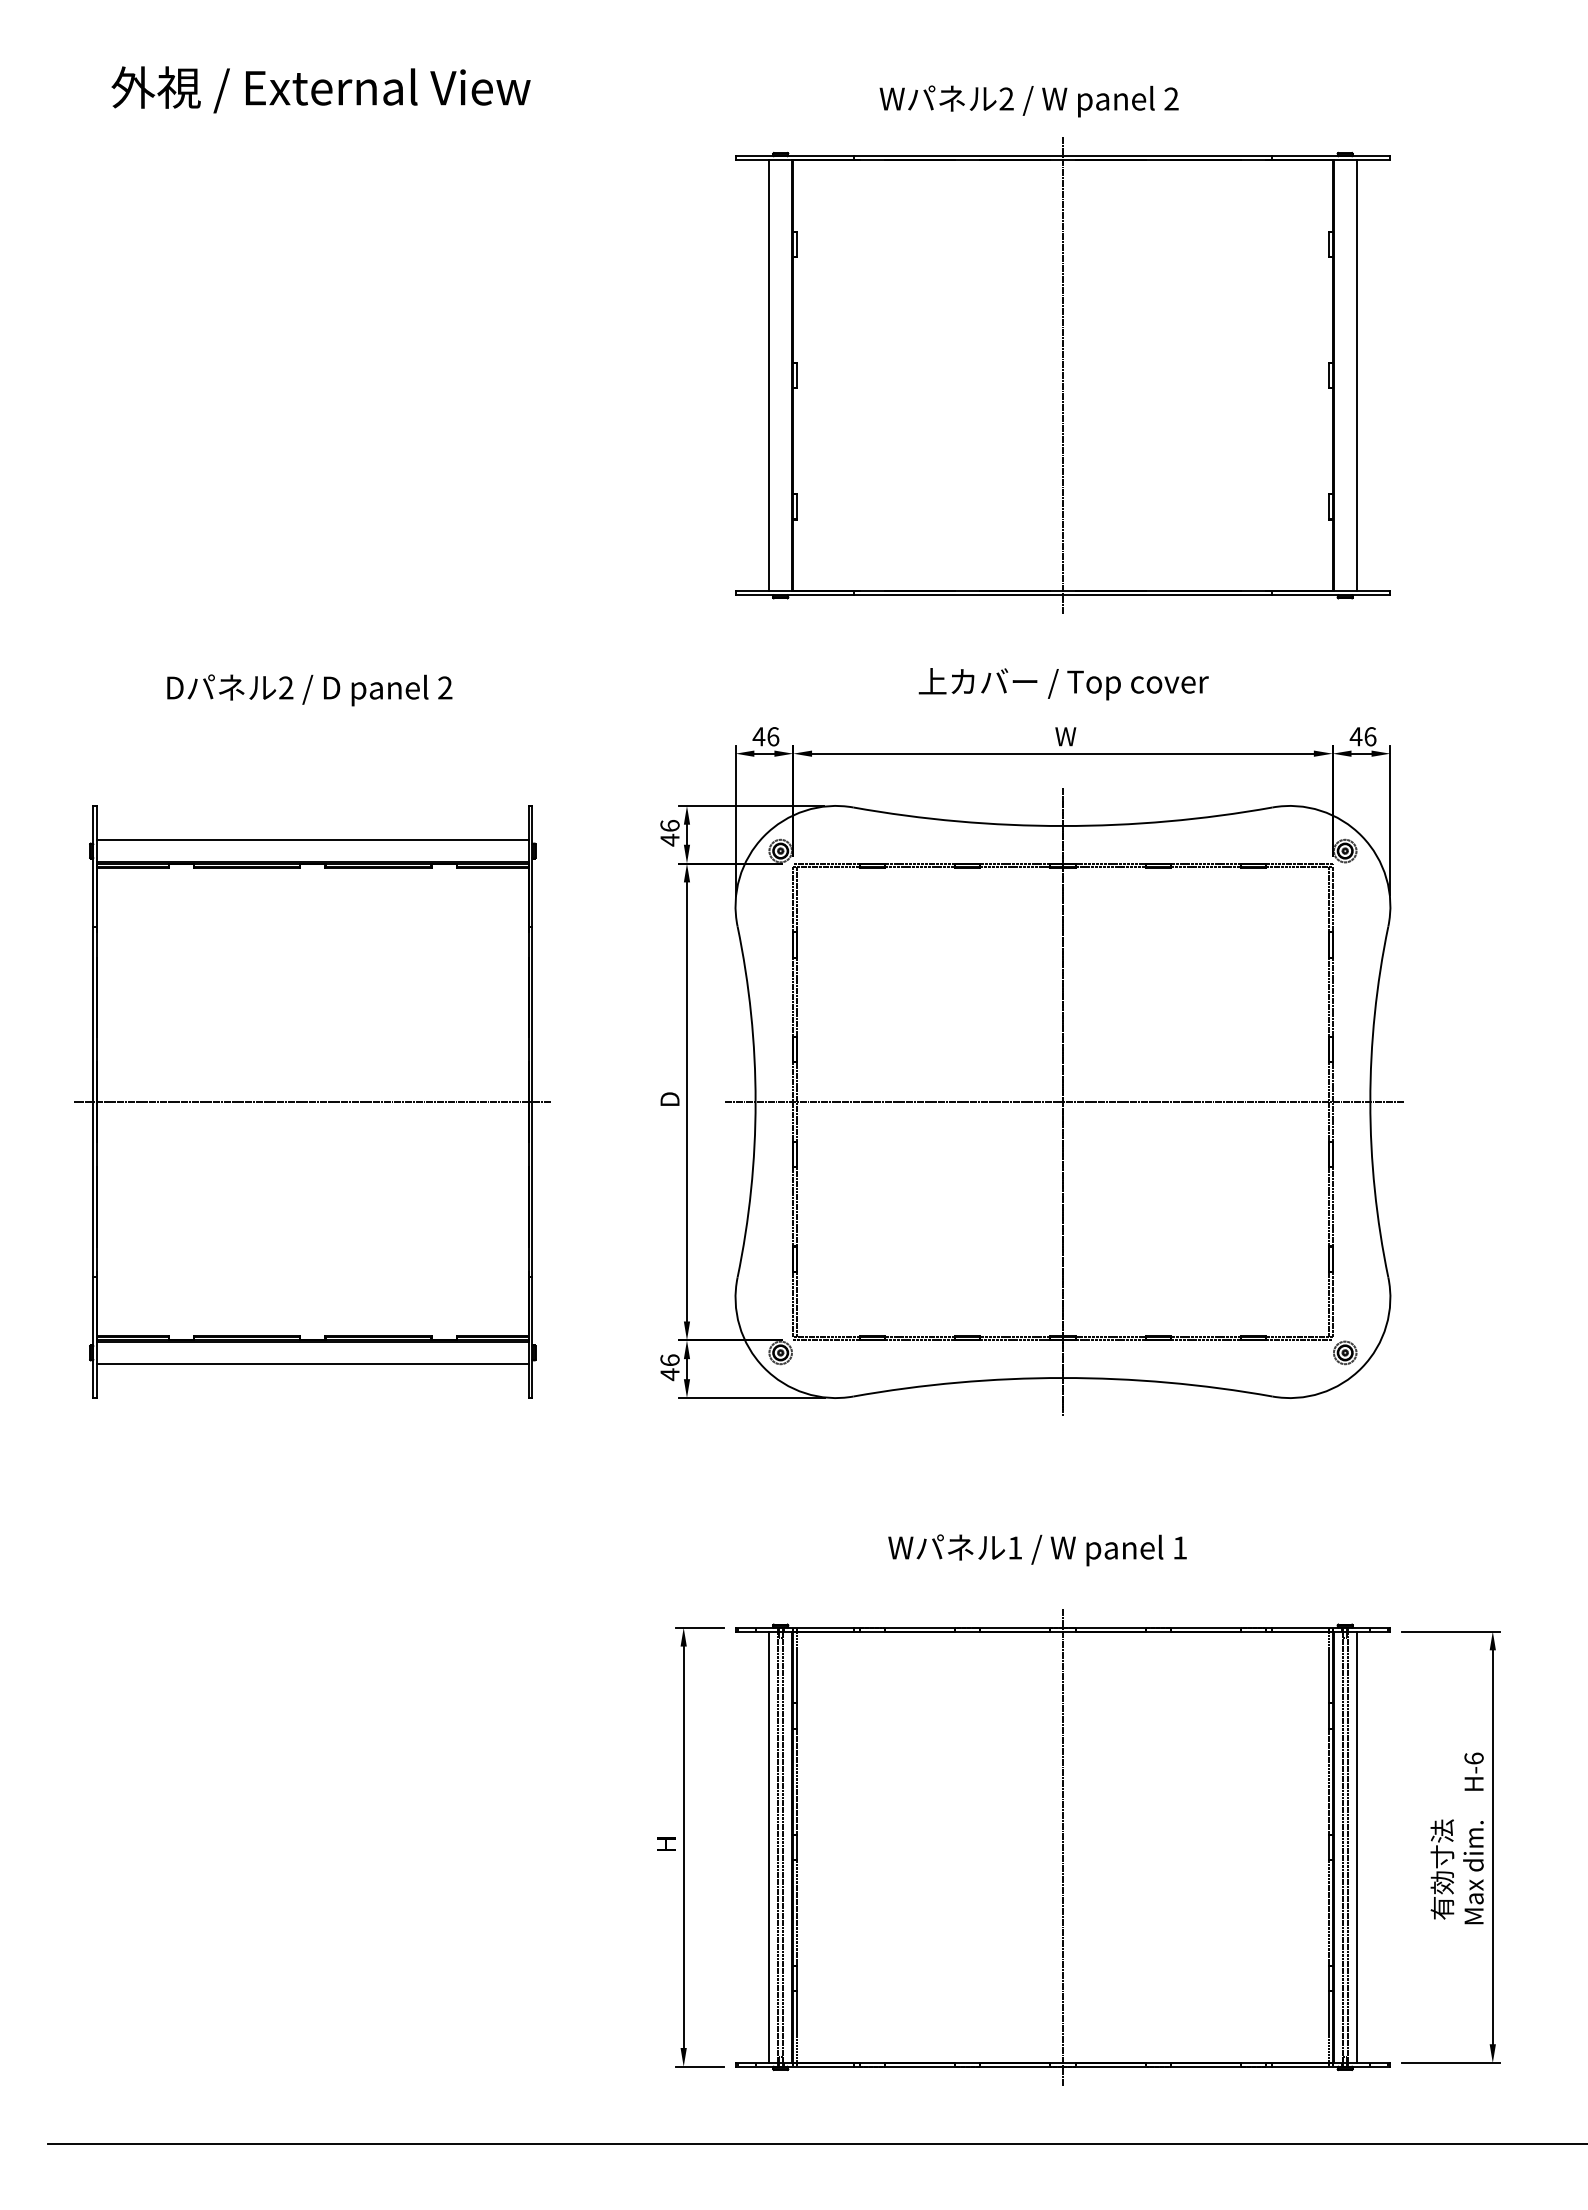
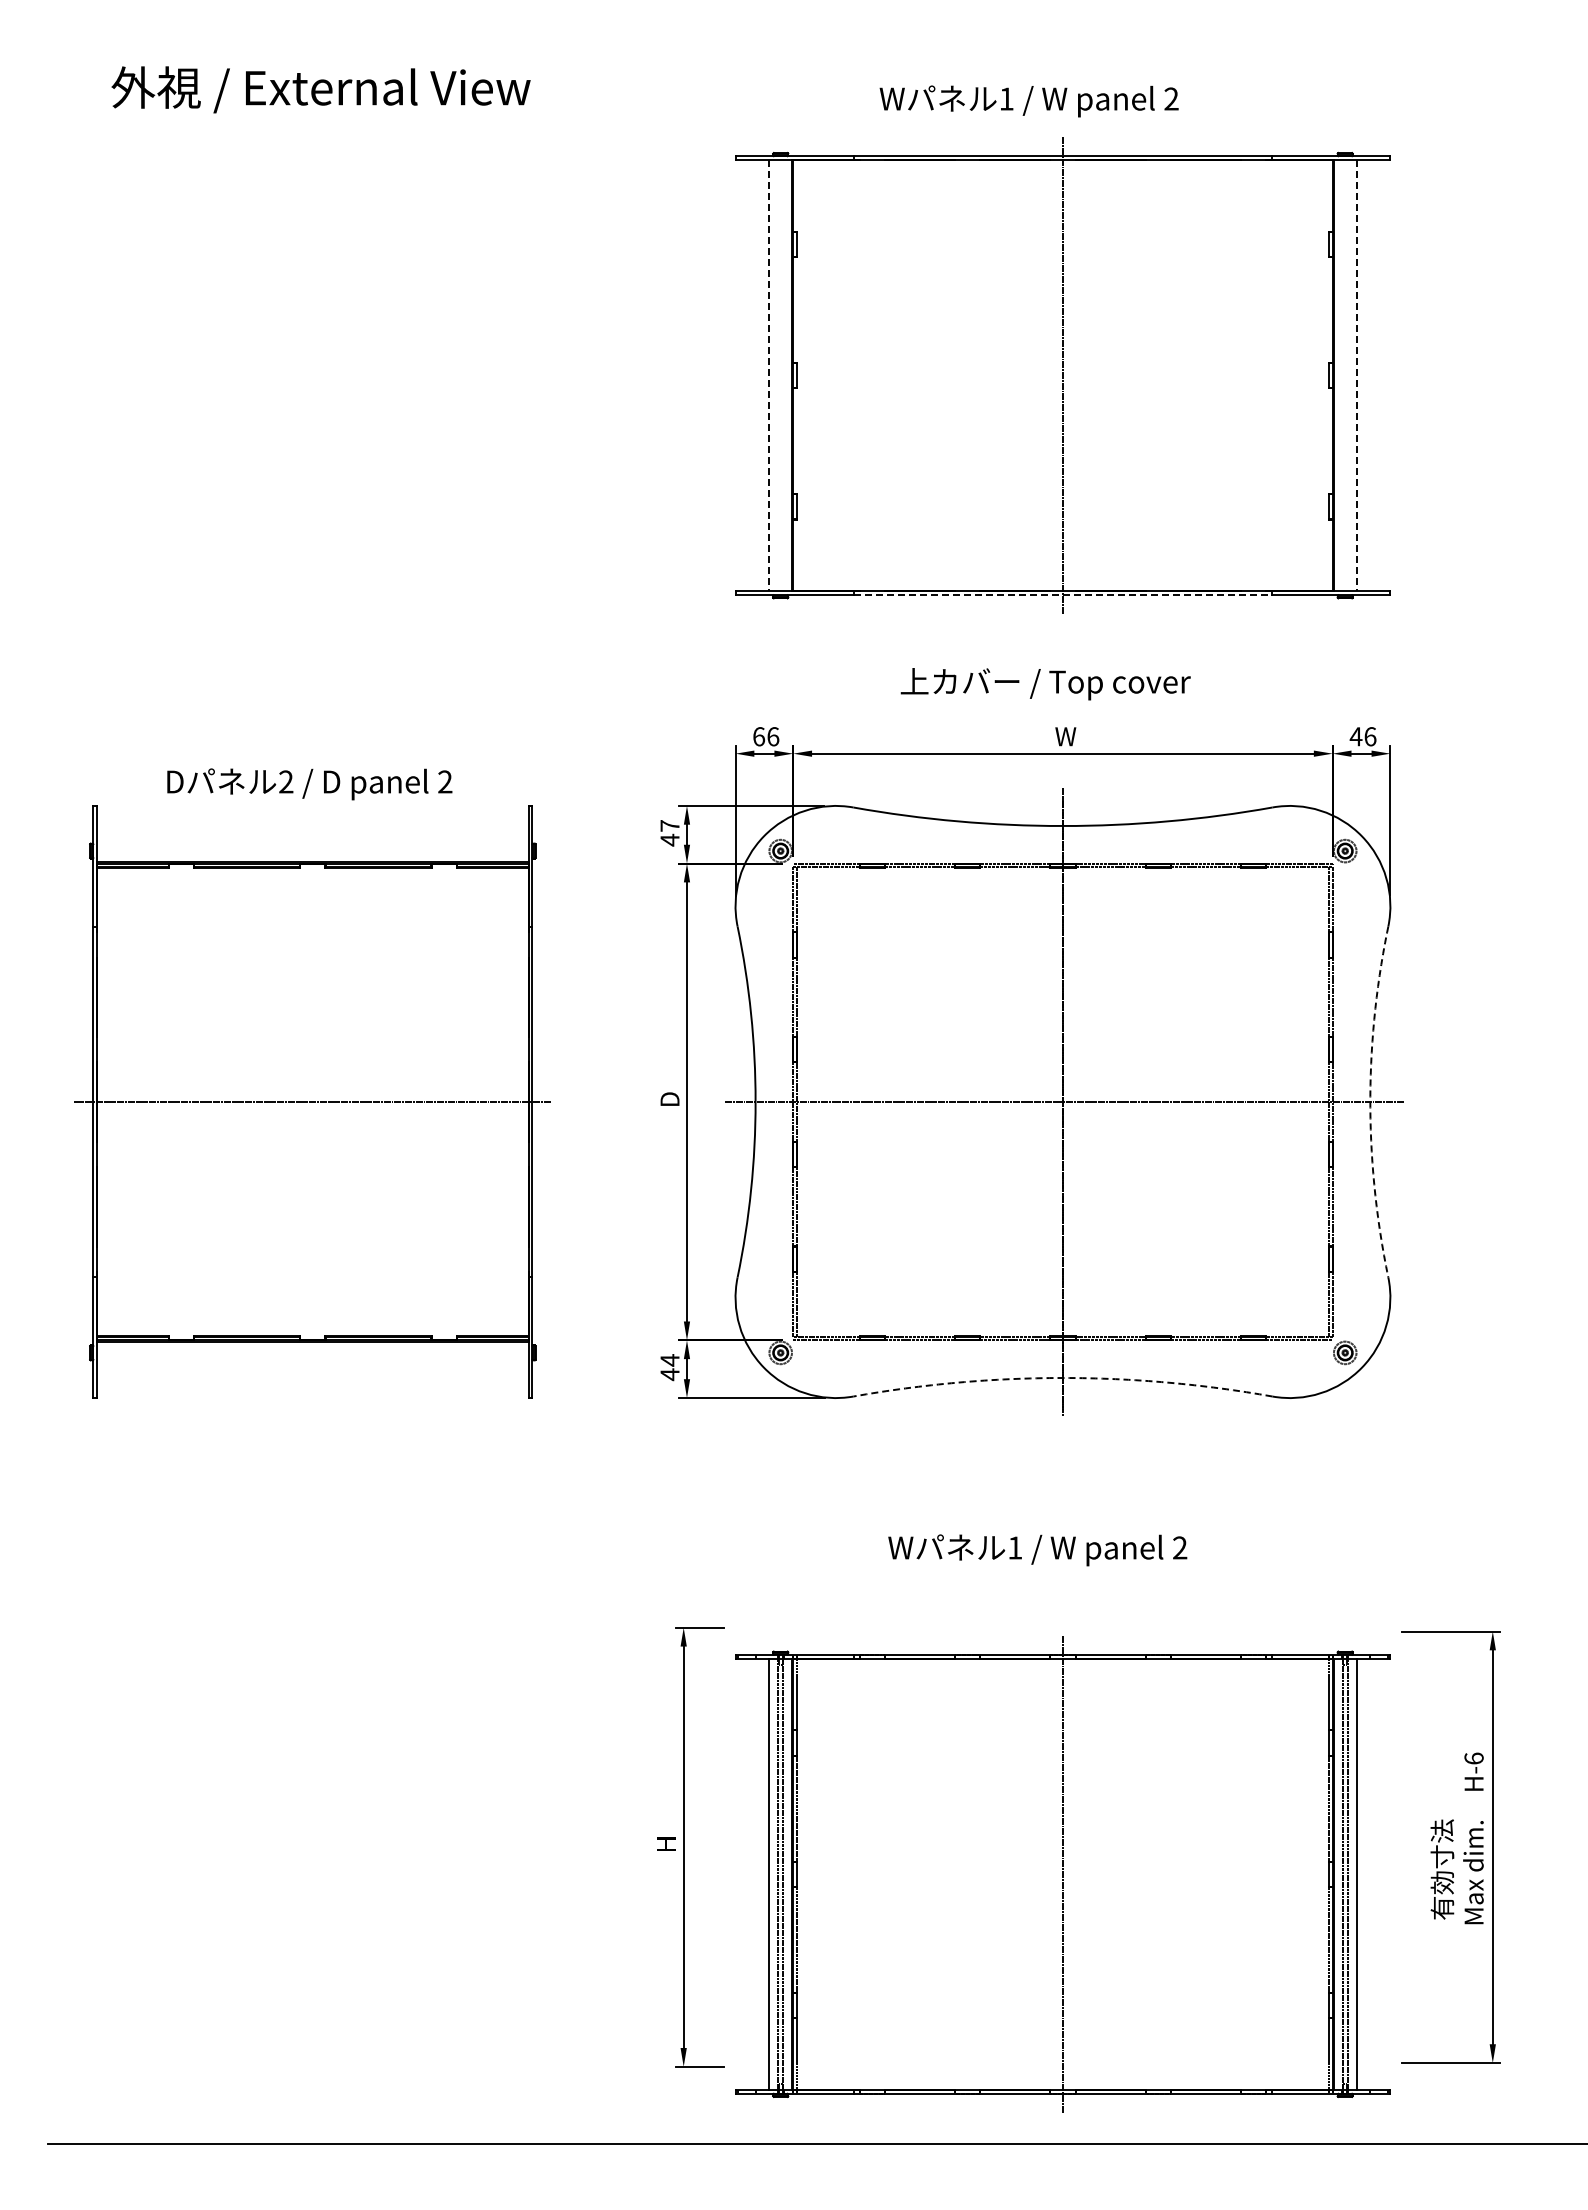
text at (1006, 98): 2 -> 1
line at (769, 375): solid -> dashed
line at (1356, 375): solid -> dashed
line at (1063, 595): solid -> dashed
text at (1063, 684) position: (1063, 684) -> (1045, 684)
text at (309, 690) position: (309, 690) -> (309, 784)
text at (758, 736): 46 -> 66
text at (669, 825): 46 -> 47
line at (312, 839): present -> none
arc at (1370, 1102): solid -> dashed
text at (669, 1360): 46 -> 44
line at (312, 1364): present -> none
arc at (1062, 1378): solid -> dashed
text at (1180, 1547): 1 -> 2
part at (1062, 1847) position: (1062, 1847) -> (1062, 1874)
